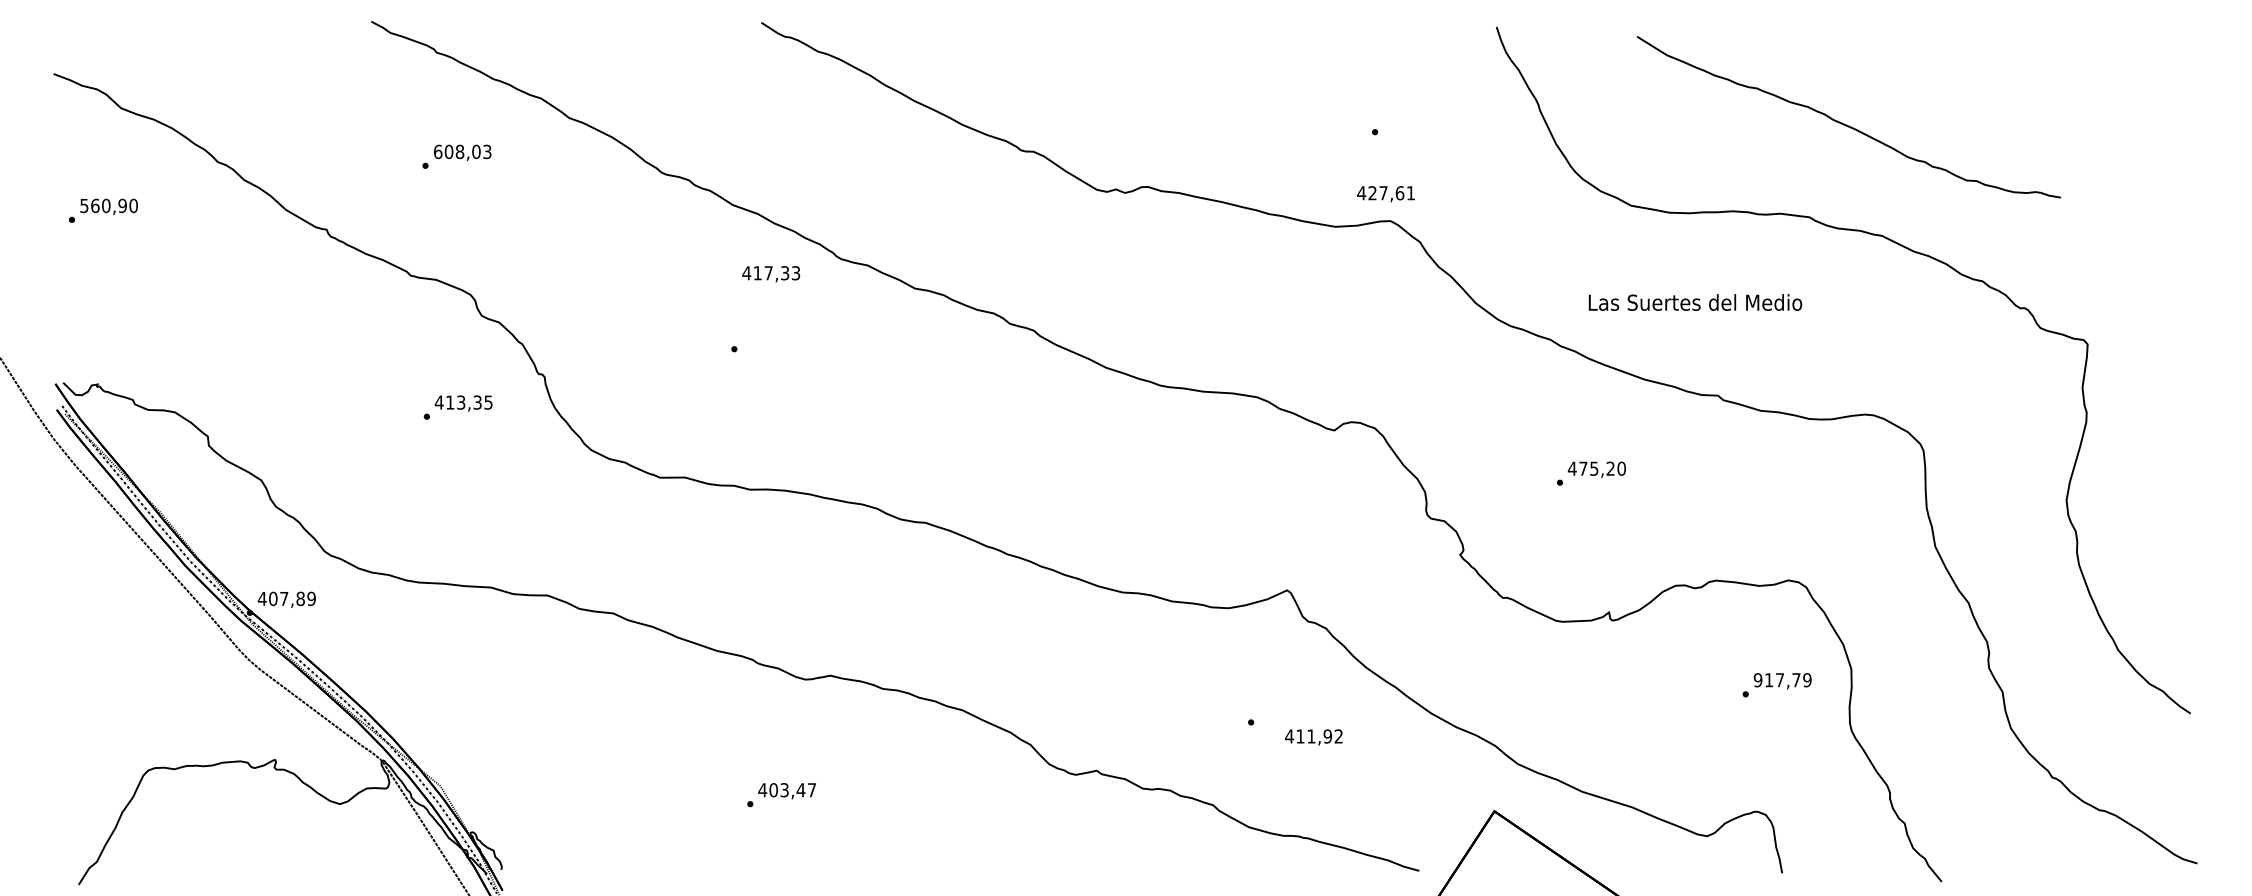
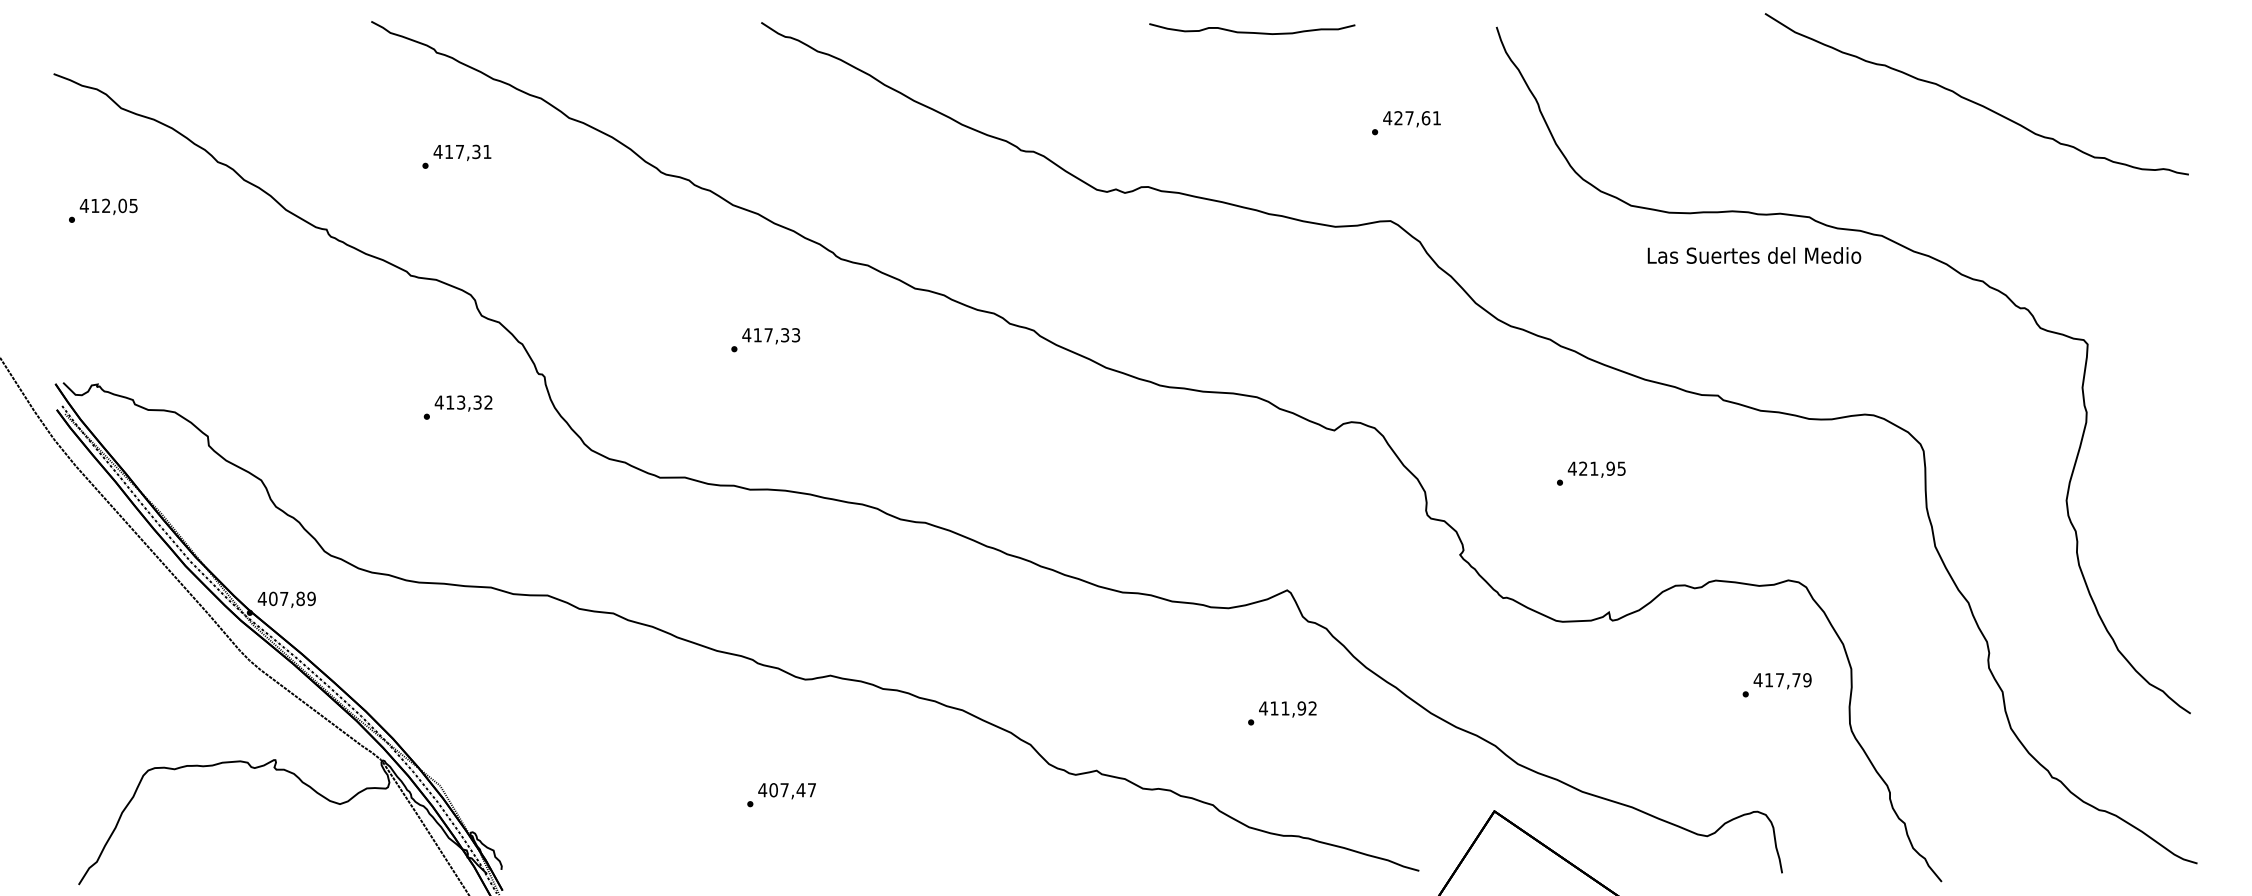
curve at (1250, 31): none -> present
curve at (1844, 123) position: (1844, 123) -> (1972, 100)
text at (462, 151): 608,03 -> 417,31
text at (1385, 194) position: (1385, 194) -> (1411, 119)
text at (108, 205): 560,90 -> 412,05
text at (771, 274) position: (771, 274) -> (771, 336)
text at (1695, 302) position: (1695, 302) -> (1754, 255)
text at (488, 402): 413,35 -> 413,32
text at (1602, 468): 475,20 -> 421,95
text at (1757, 680): 917,79 -> 417,79
text at (1313, 737) position: (1313, 737) -> (1287, 709)
text at (784, 790): 403,47 -> 407,47
